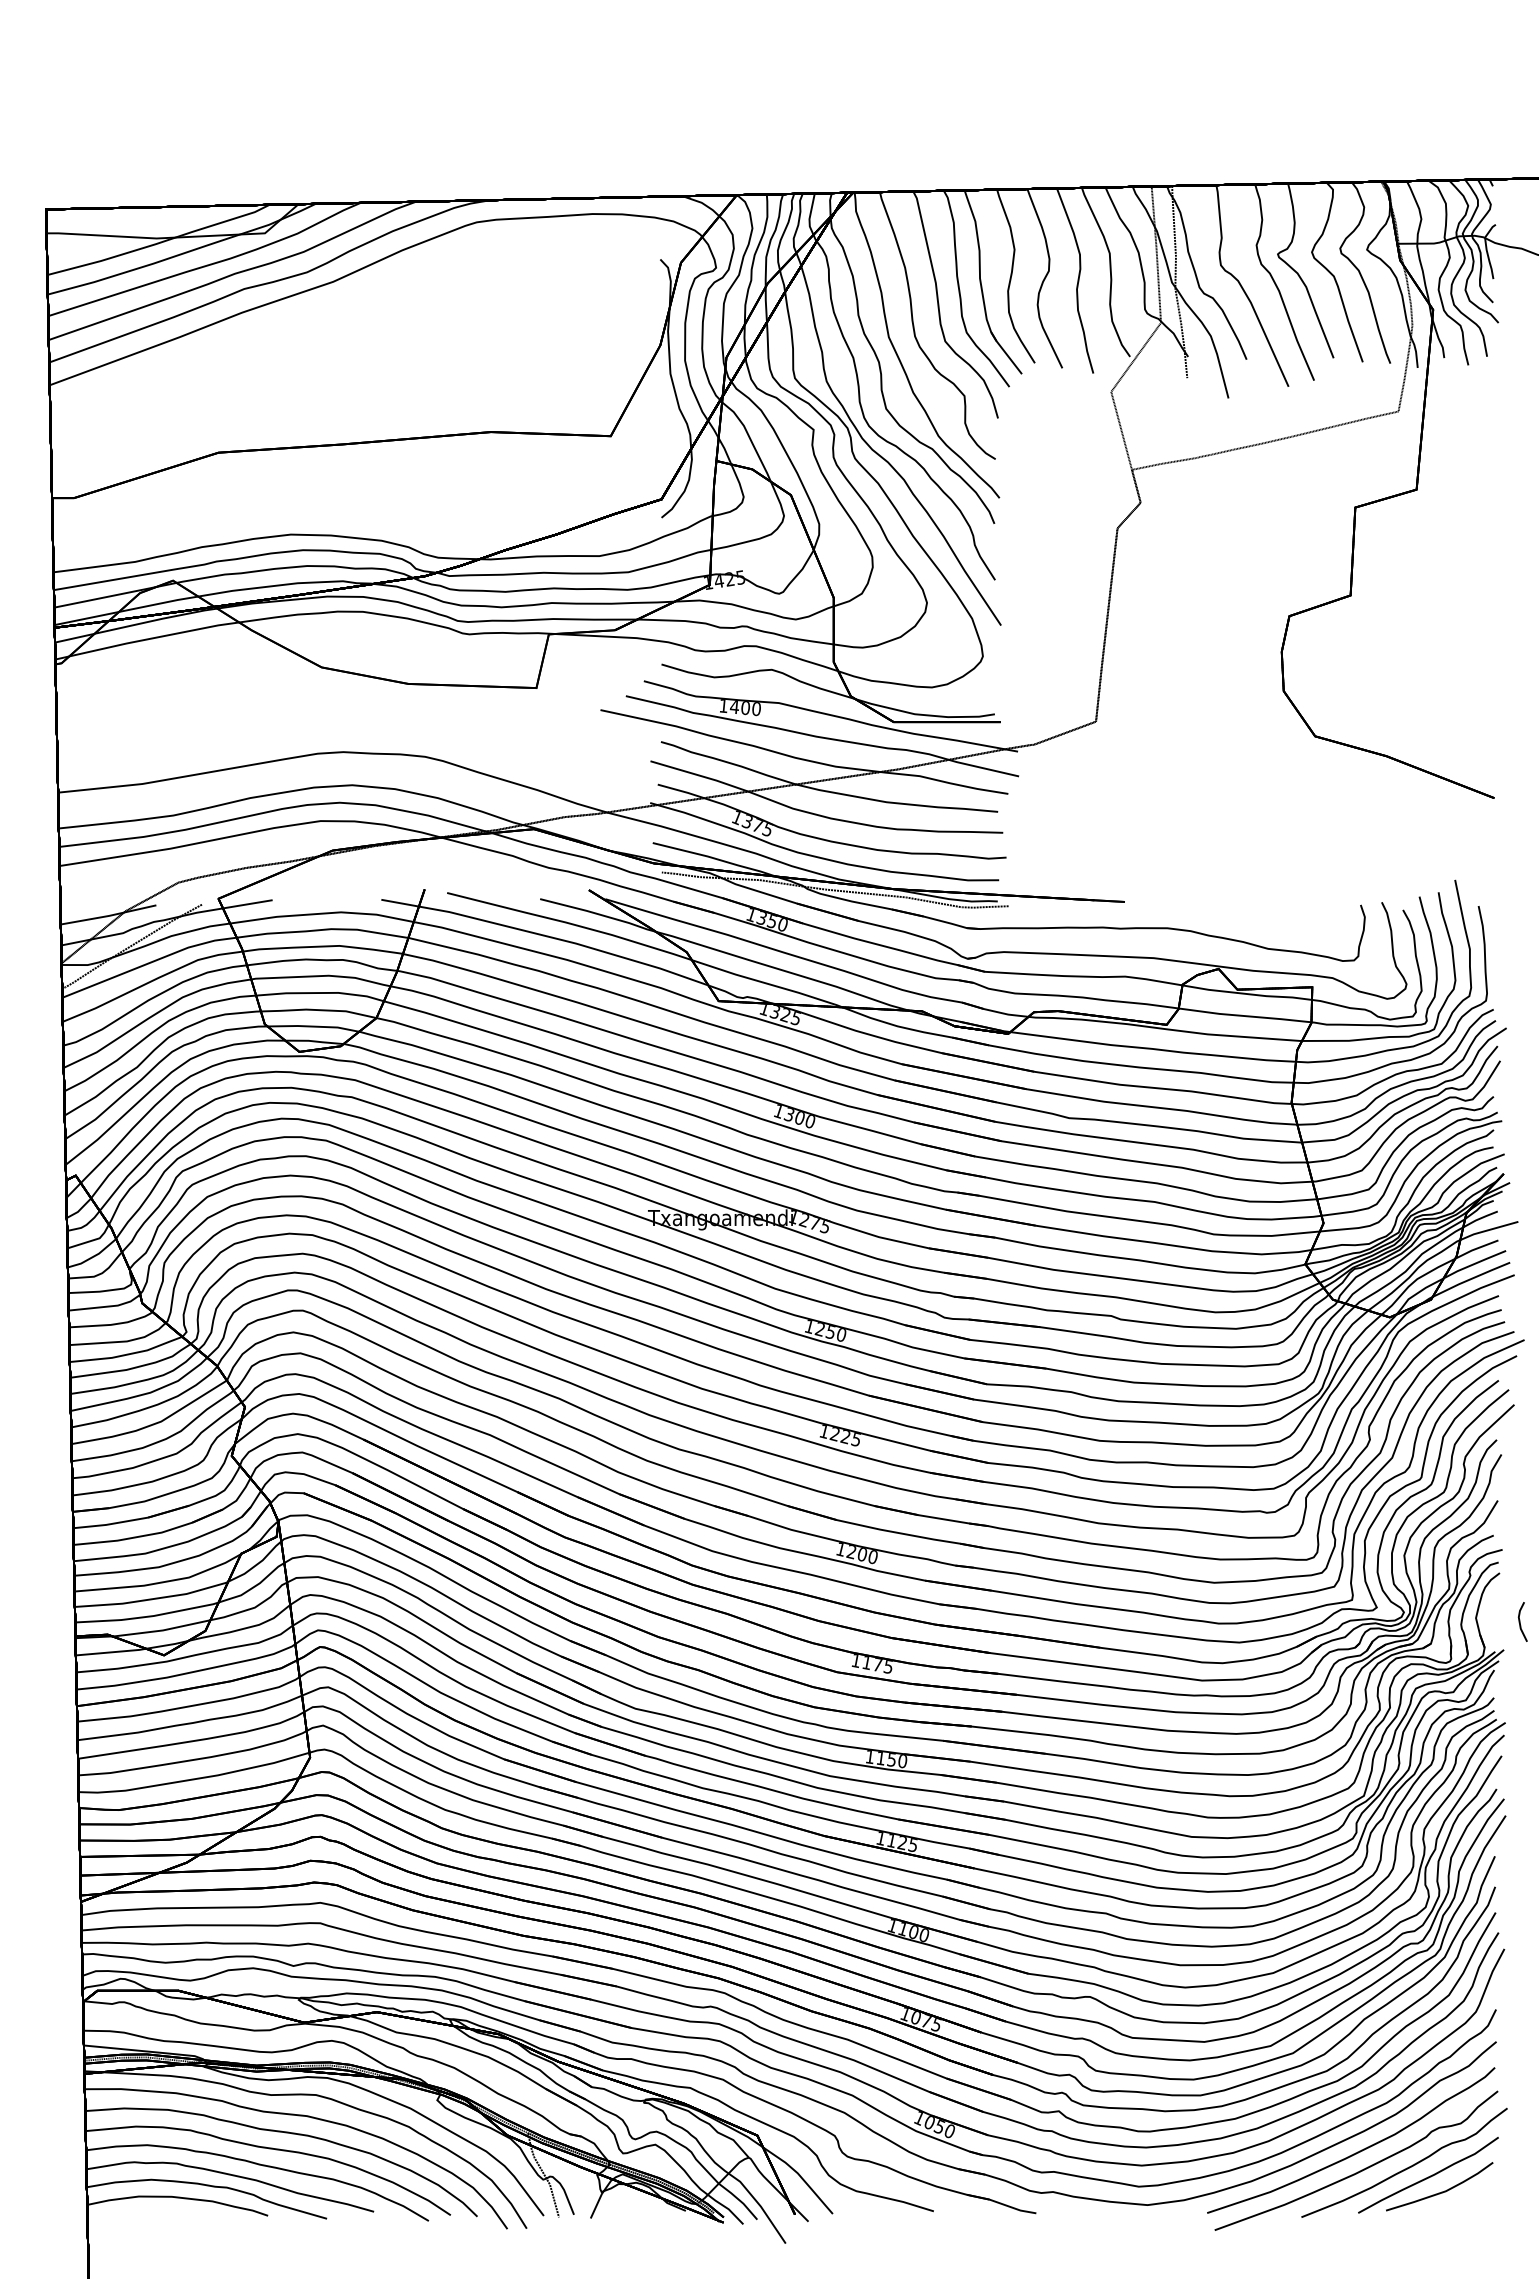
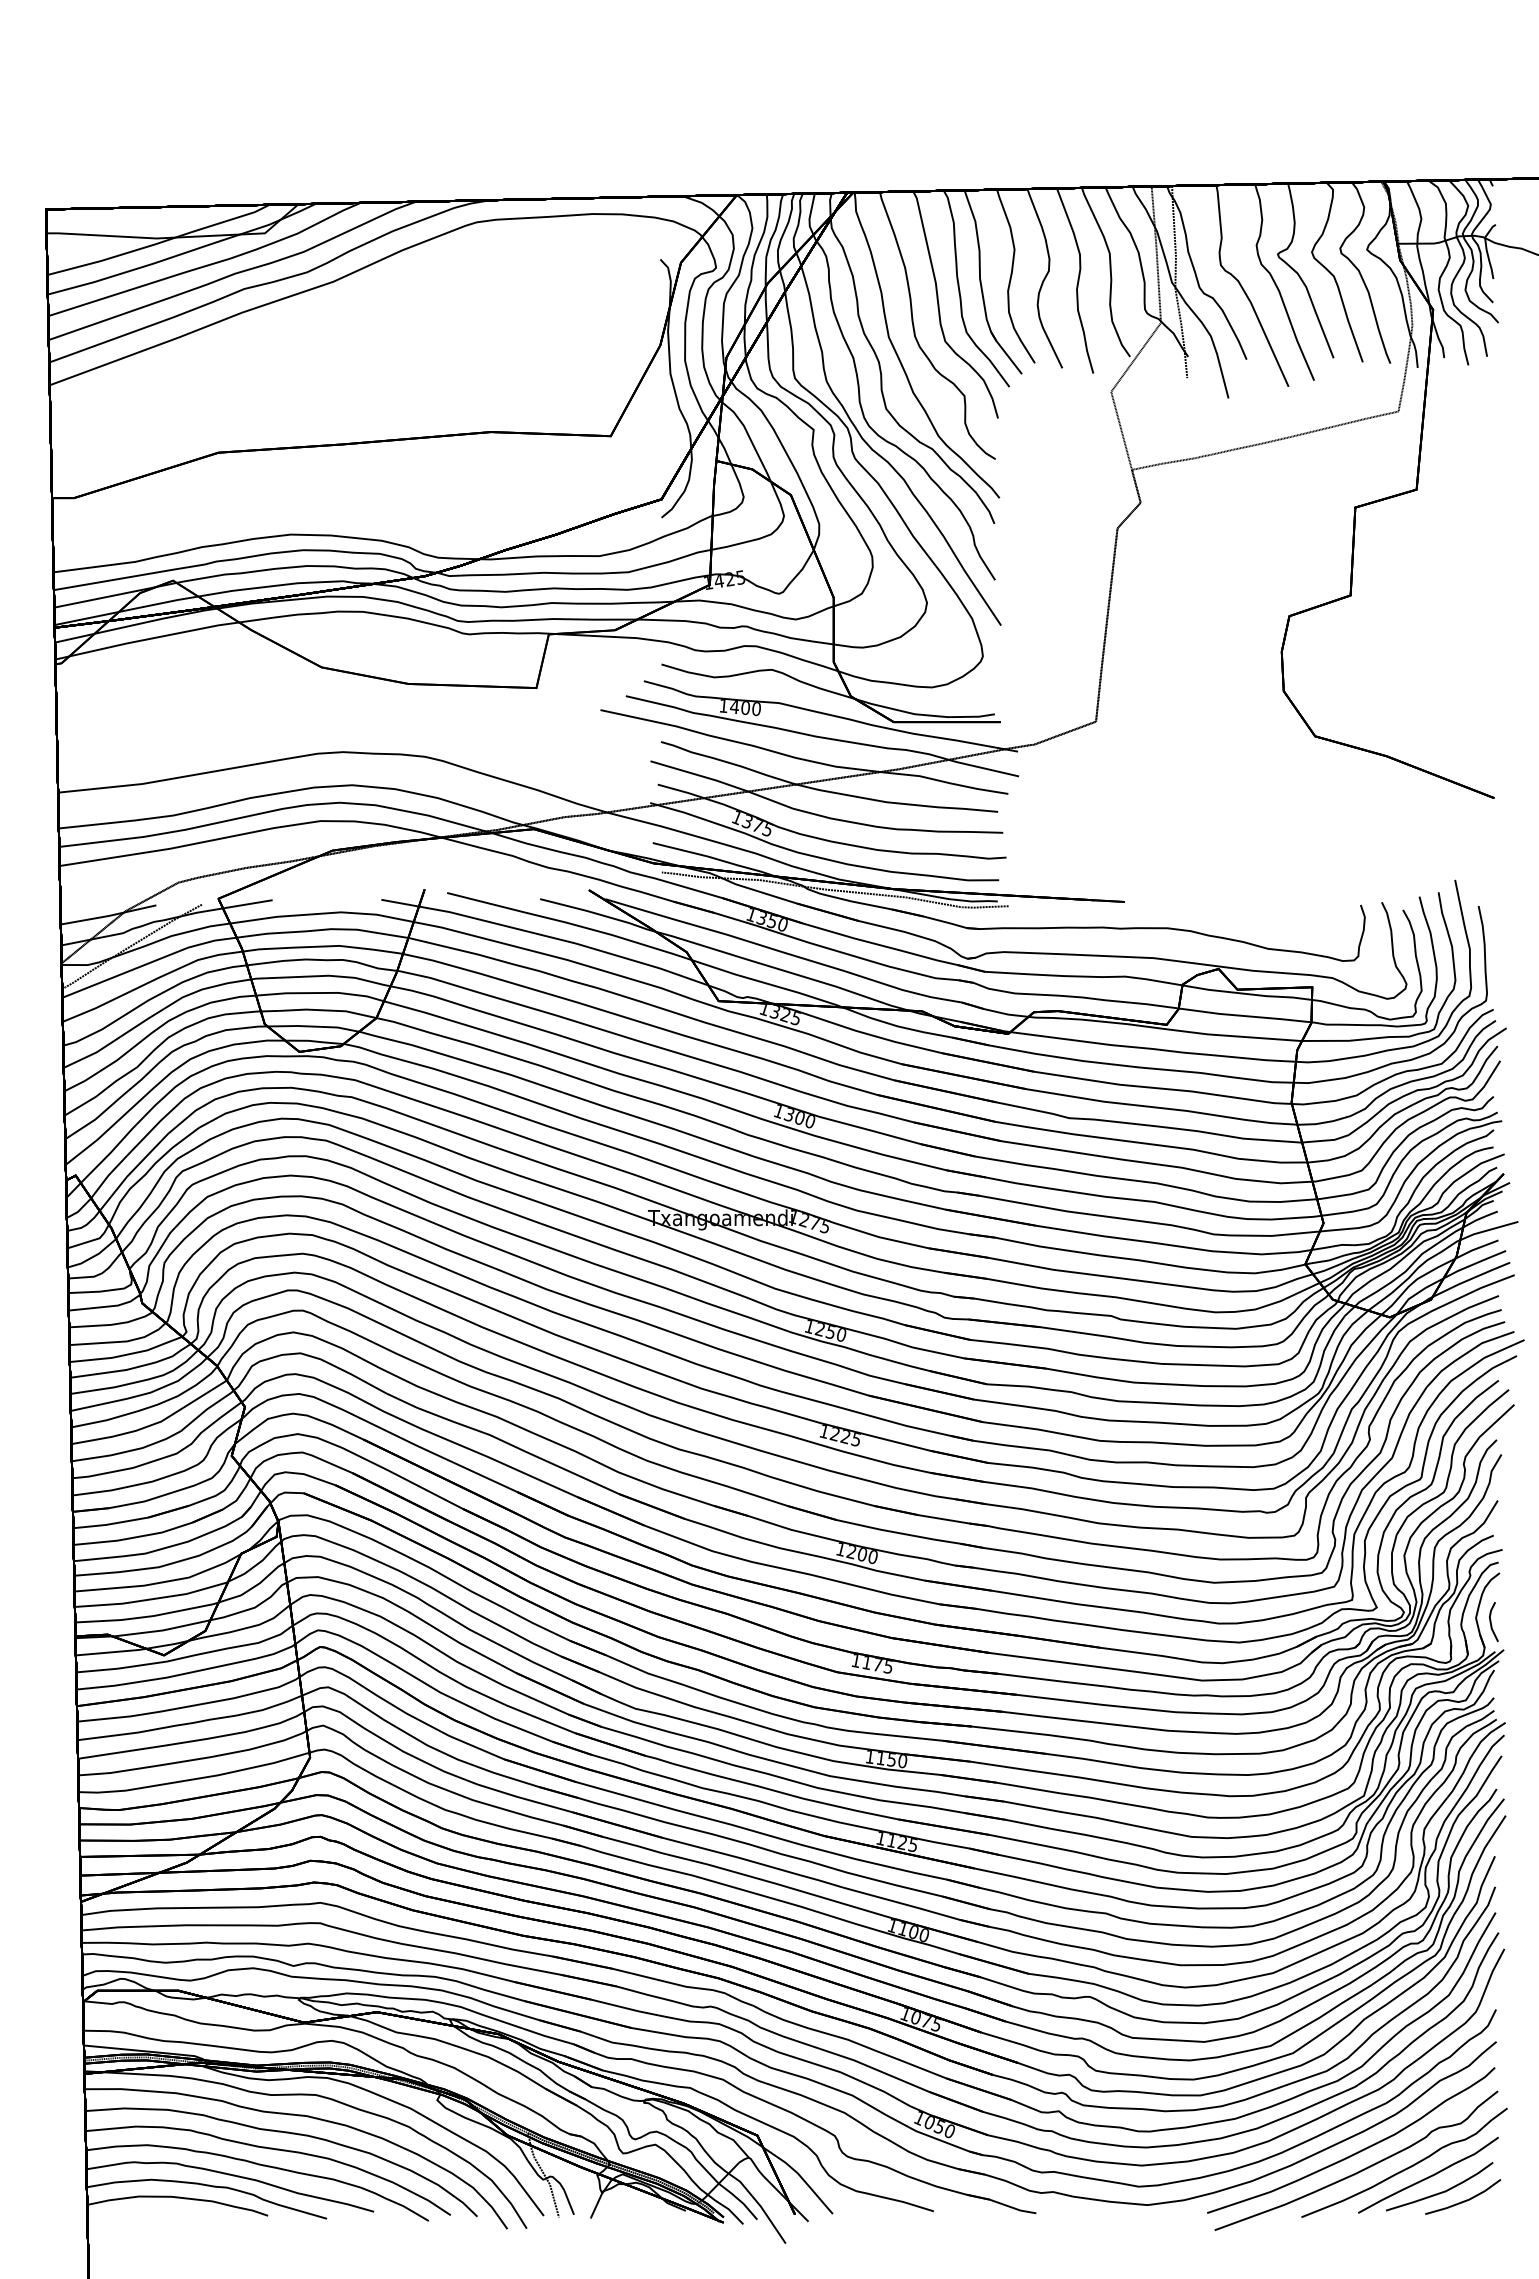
part at (1522, 1621) position: (1522, 1621) -> (1493, 1621)
line at (1463, 2200): none -> present
